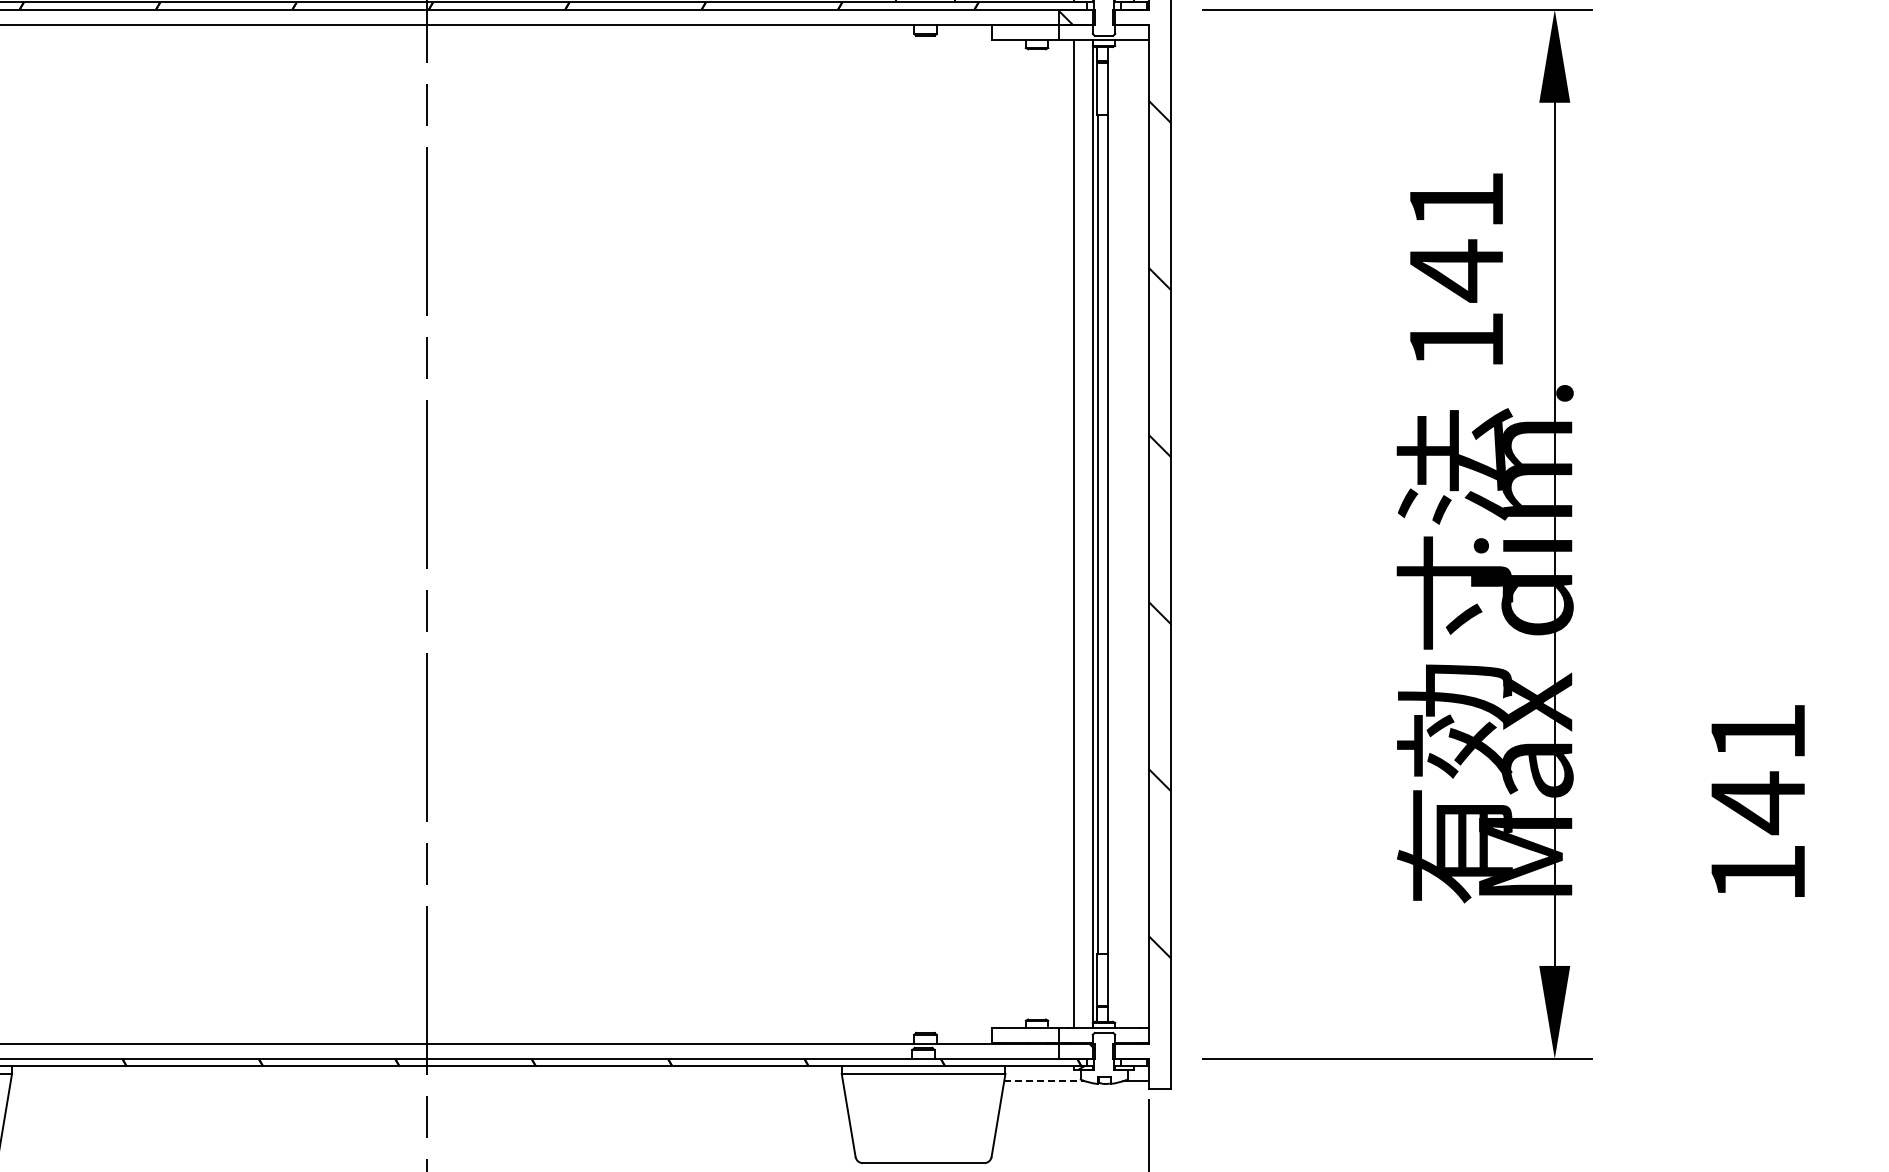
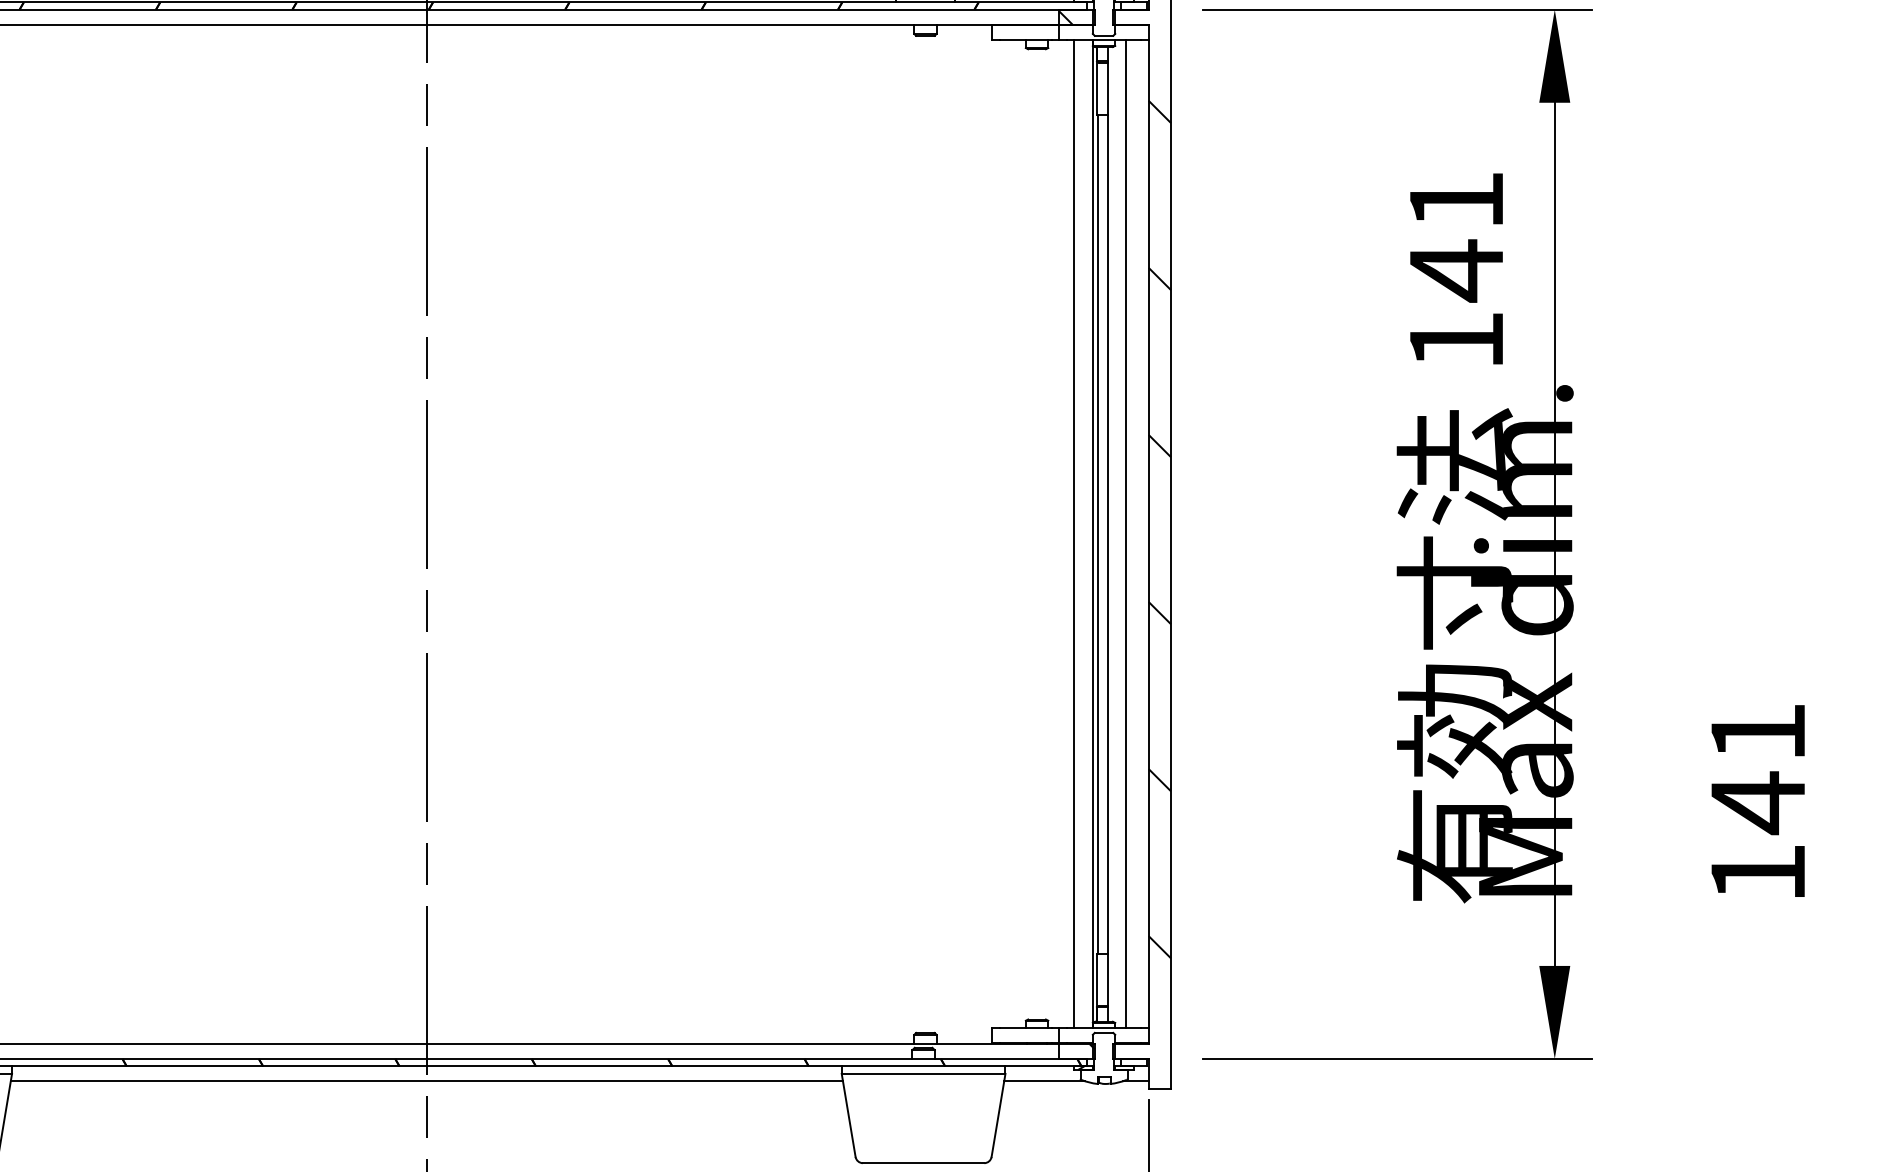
line at (1126, 534): none -> present
line at (426, 1081): none -> present
line at (1044, 1081): dashed -> solid
